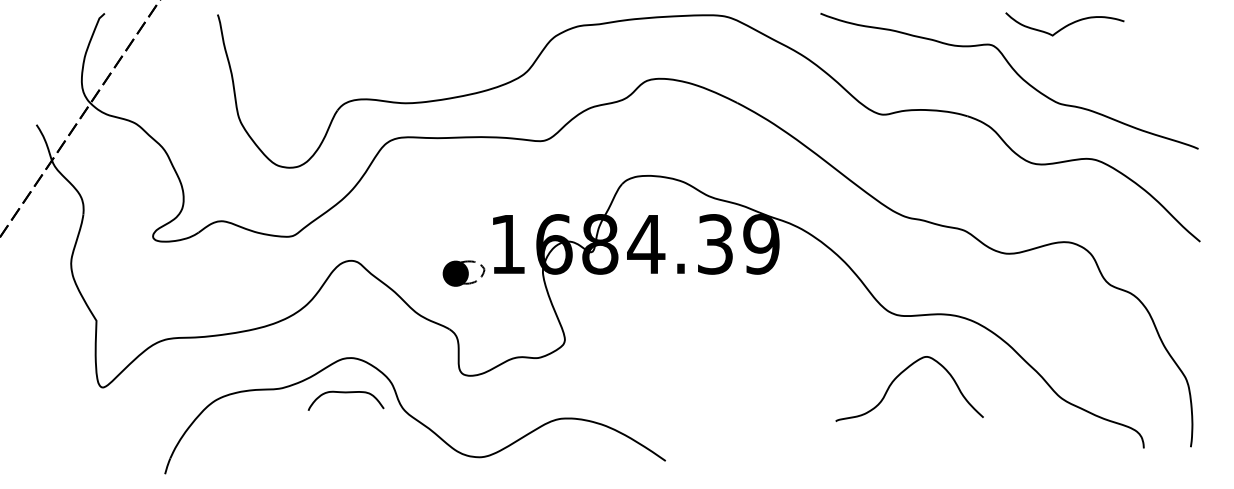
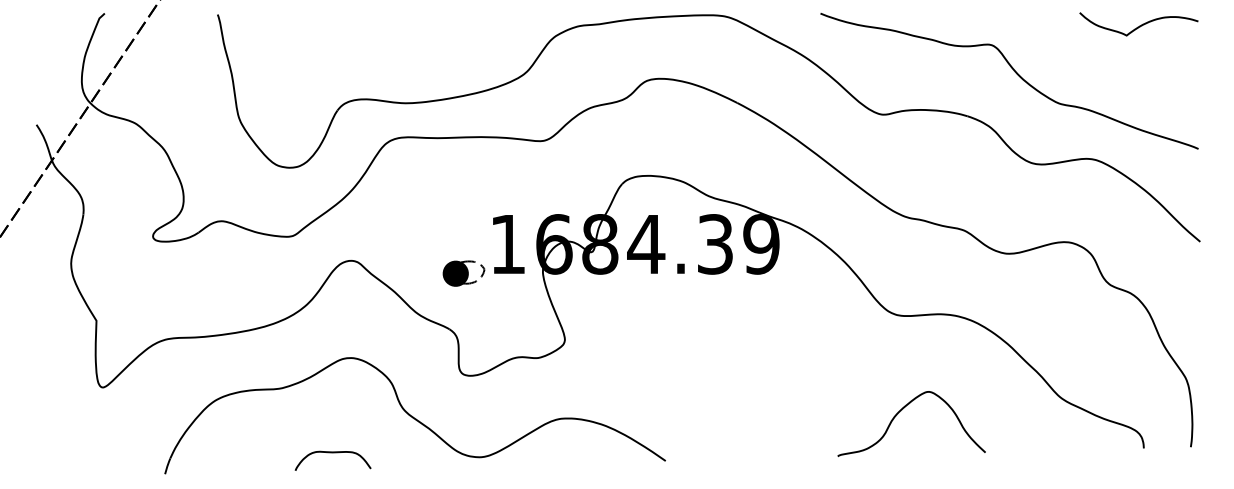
curve at (1065, 25) position: (1065, 25) -> (1139, 25)
curve at (900, 375) position: (900, 375) -> (902, 410)
curve at (345, 393) position: (345, 393) -> (332, 453)
